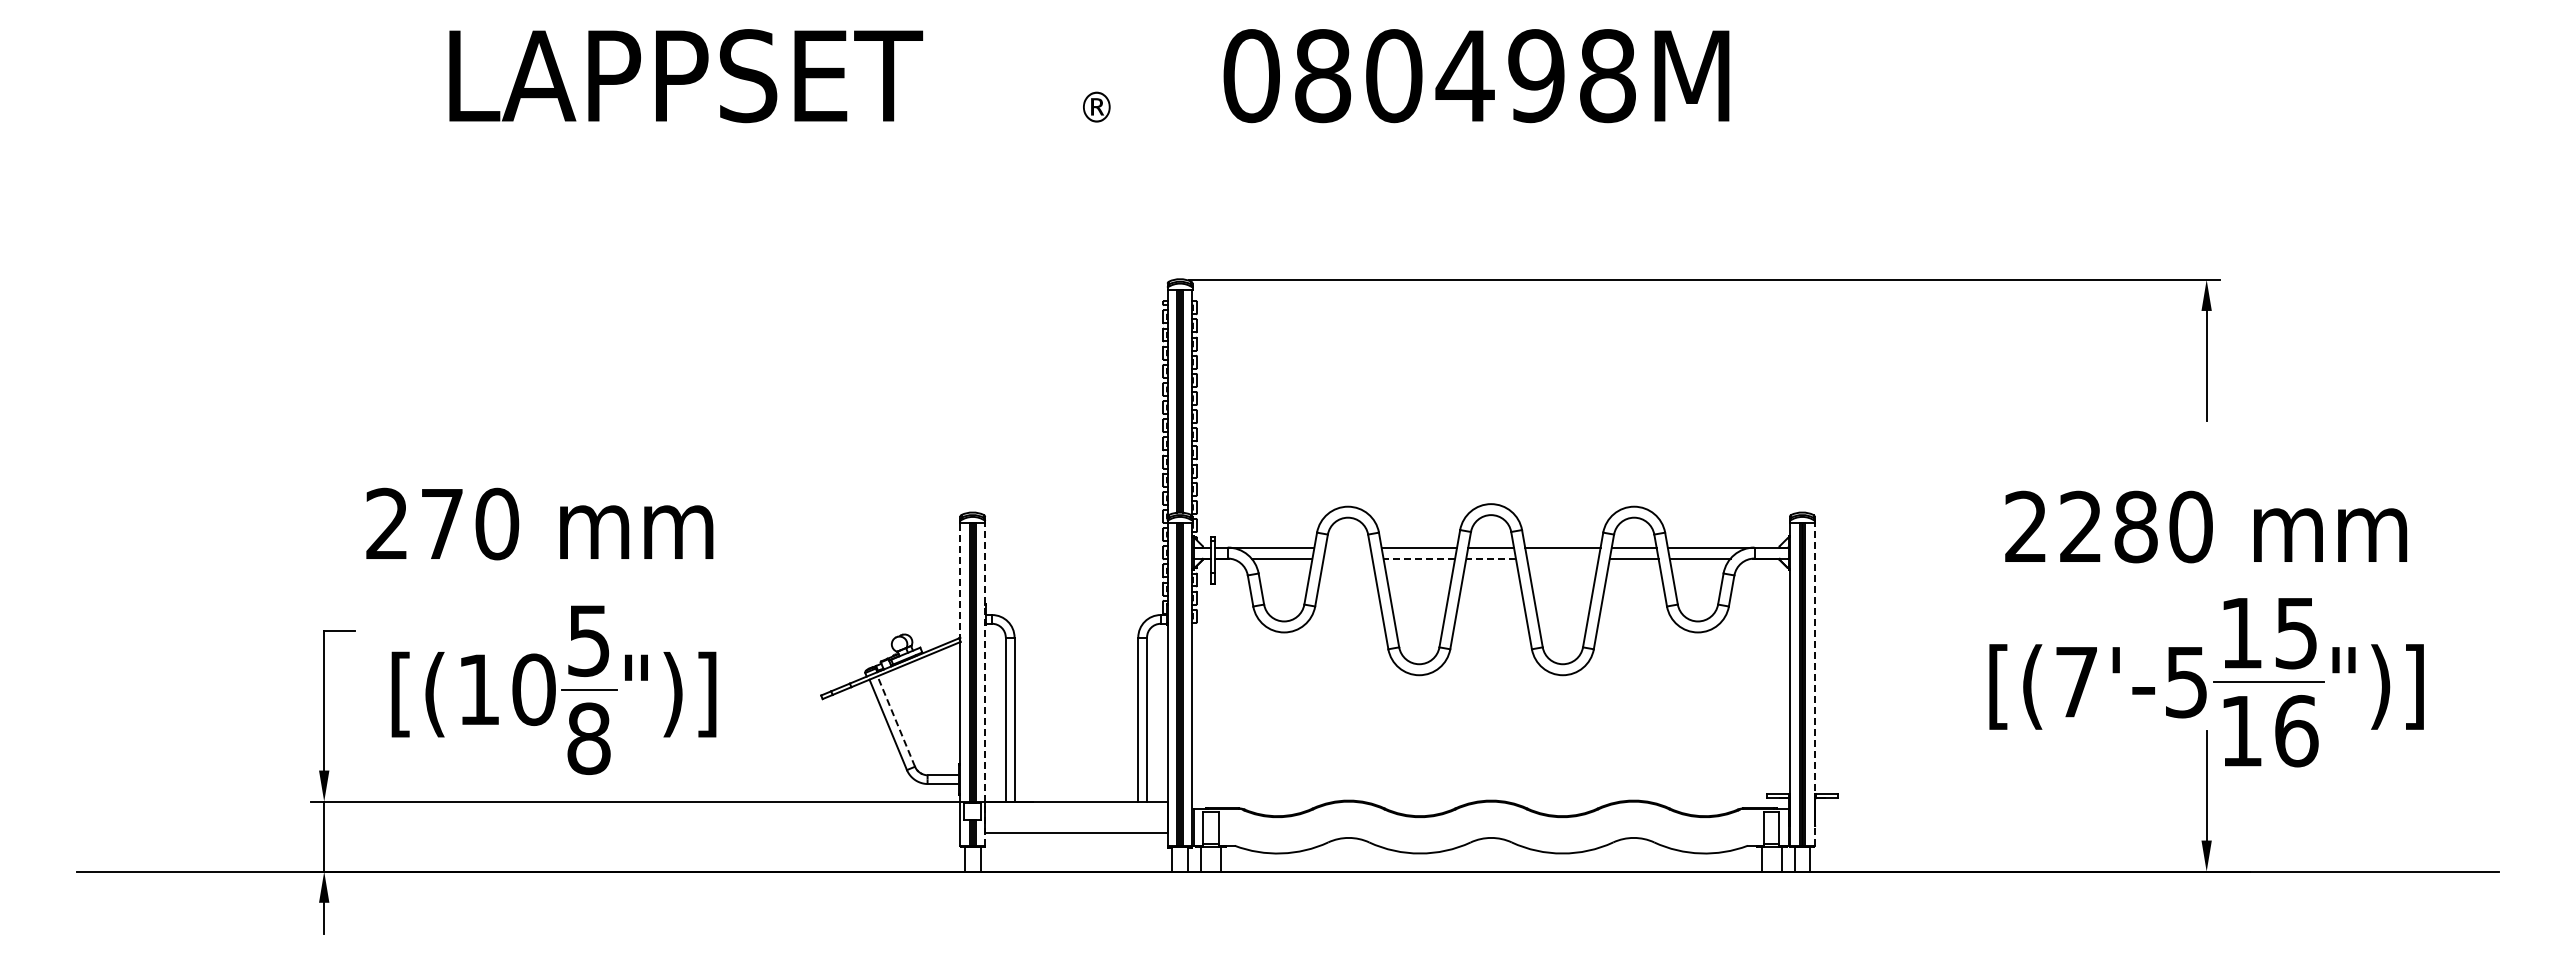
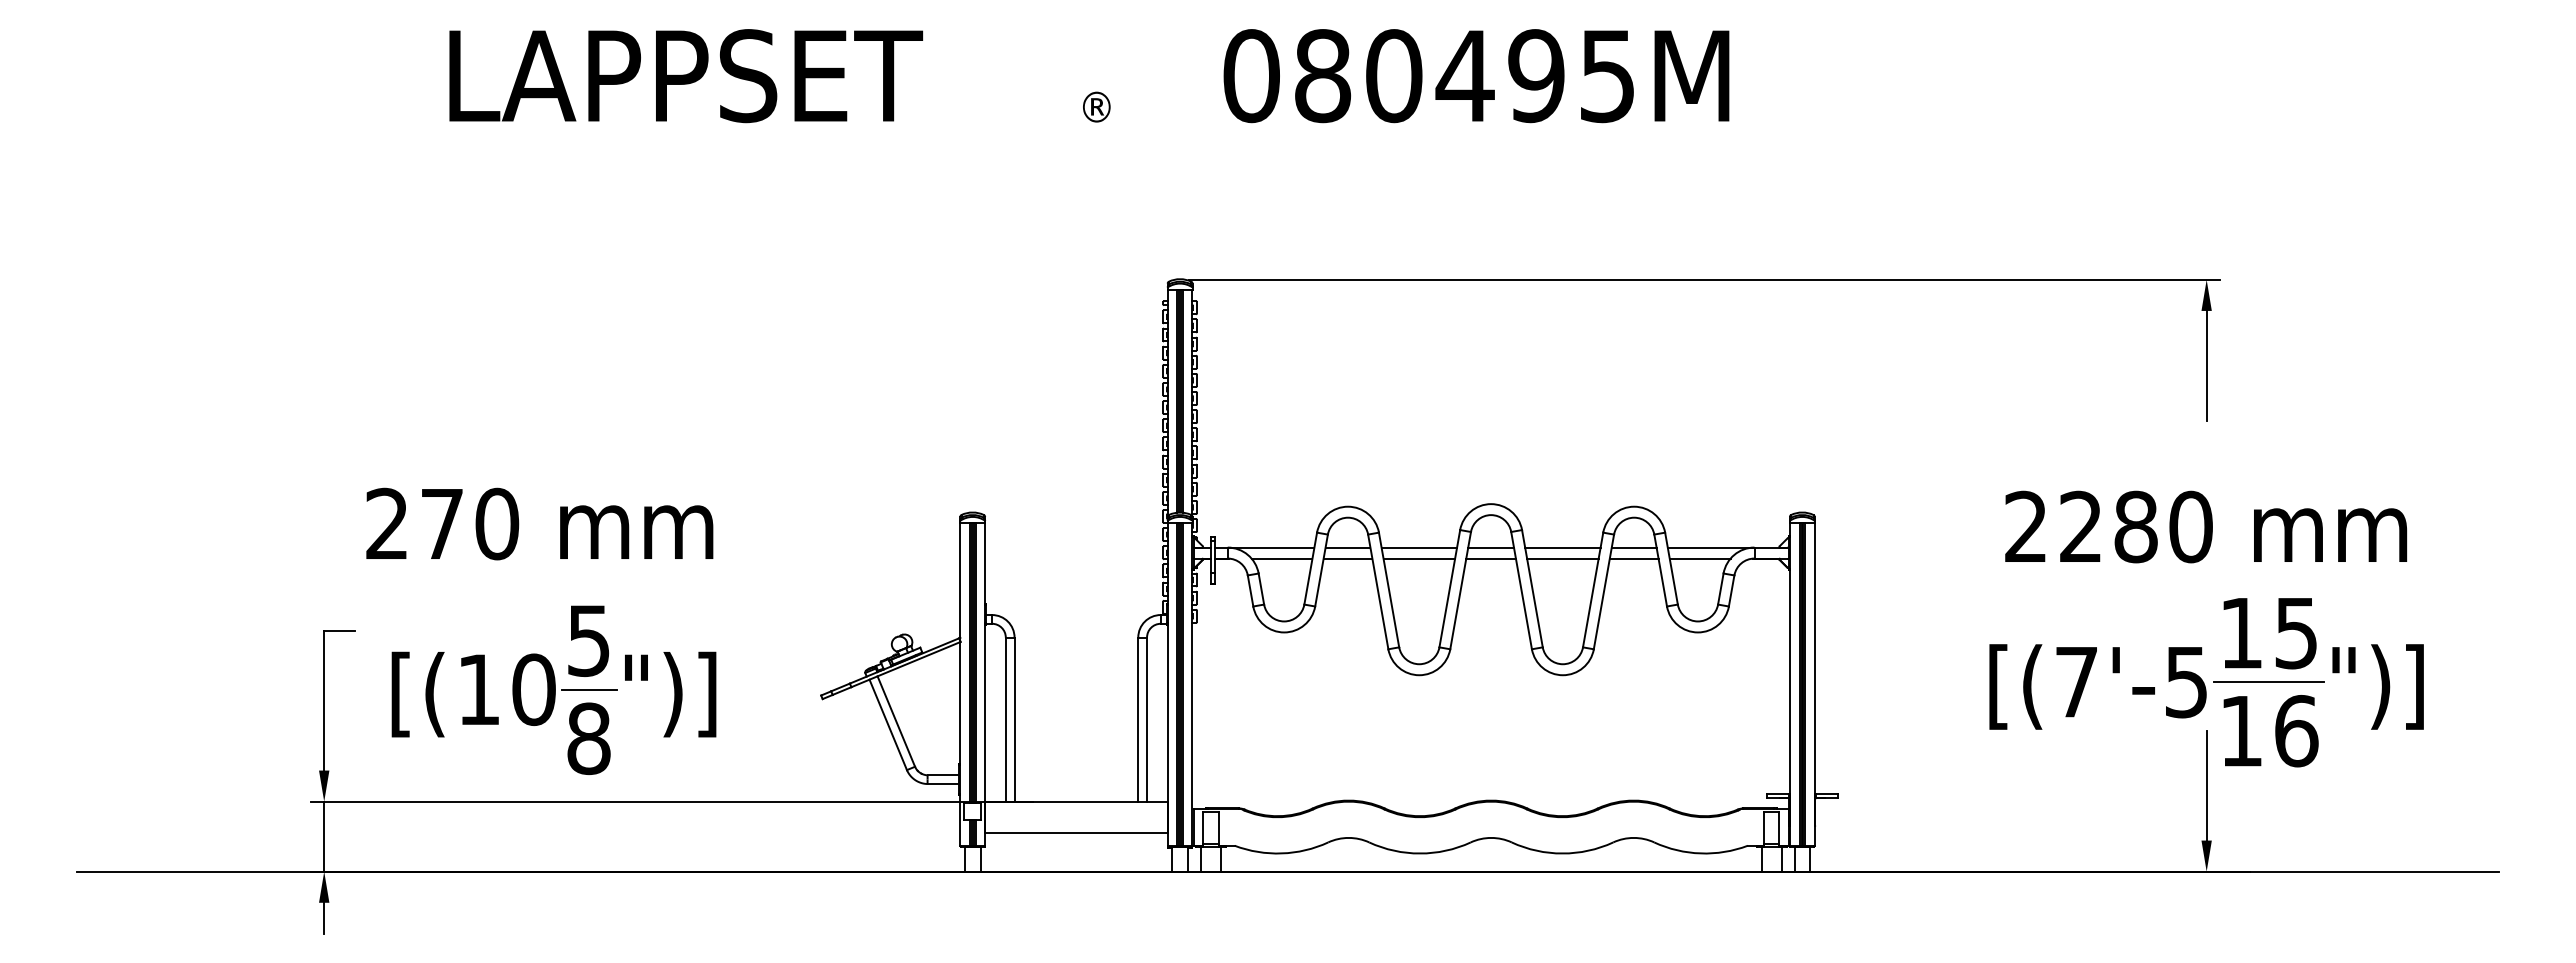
text at (1607, 76): 080498M -> 080495M
line at (1347, 547): none -> present
line at (1347, 558): none -> present
line at (1419, 558): dashed -> solid
line at (1491, 558): dashed -> solid
line at (1562, 558): none -> present
line at (960, 581): dashed -> solid
line at (985, 683): dashed -> solid
line at (1814, 683): dashed -> solid
line at (896, 721): dashed -> solid
